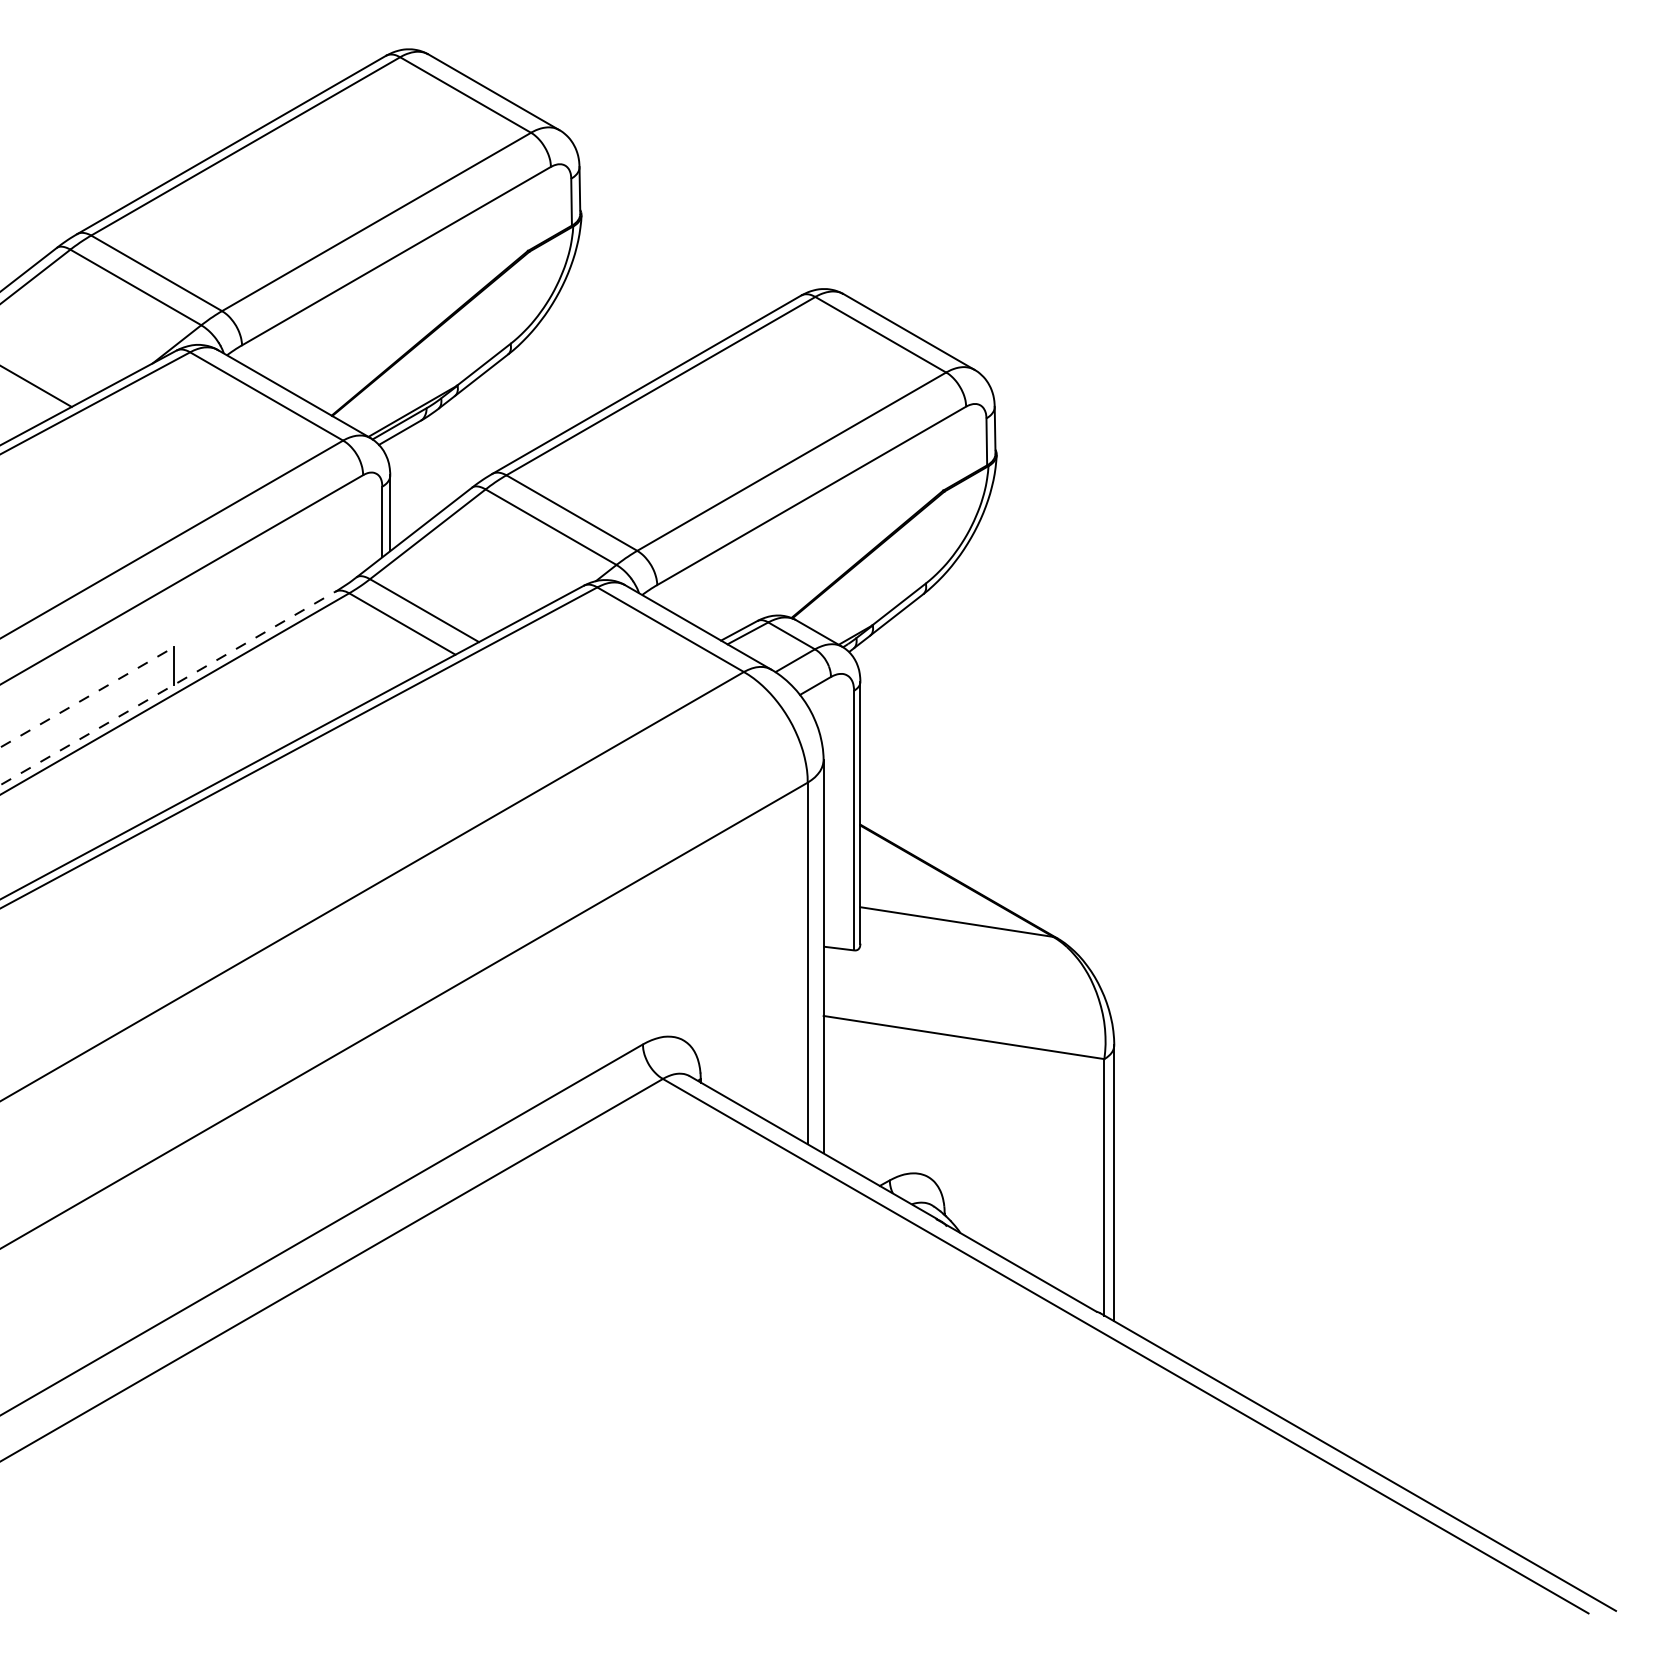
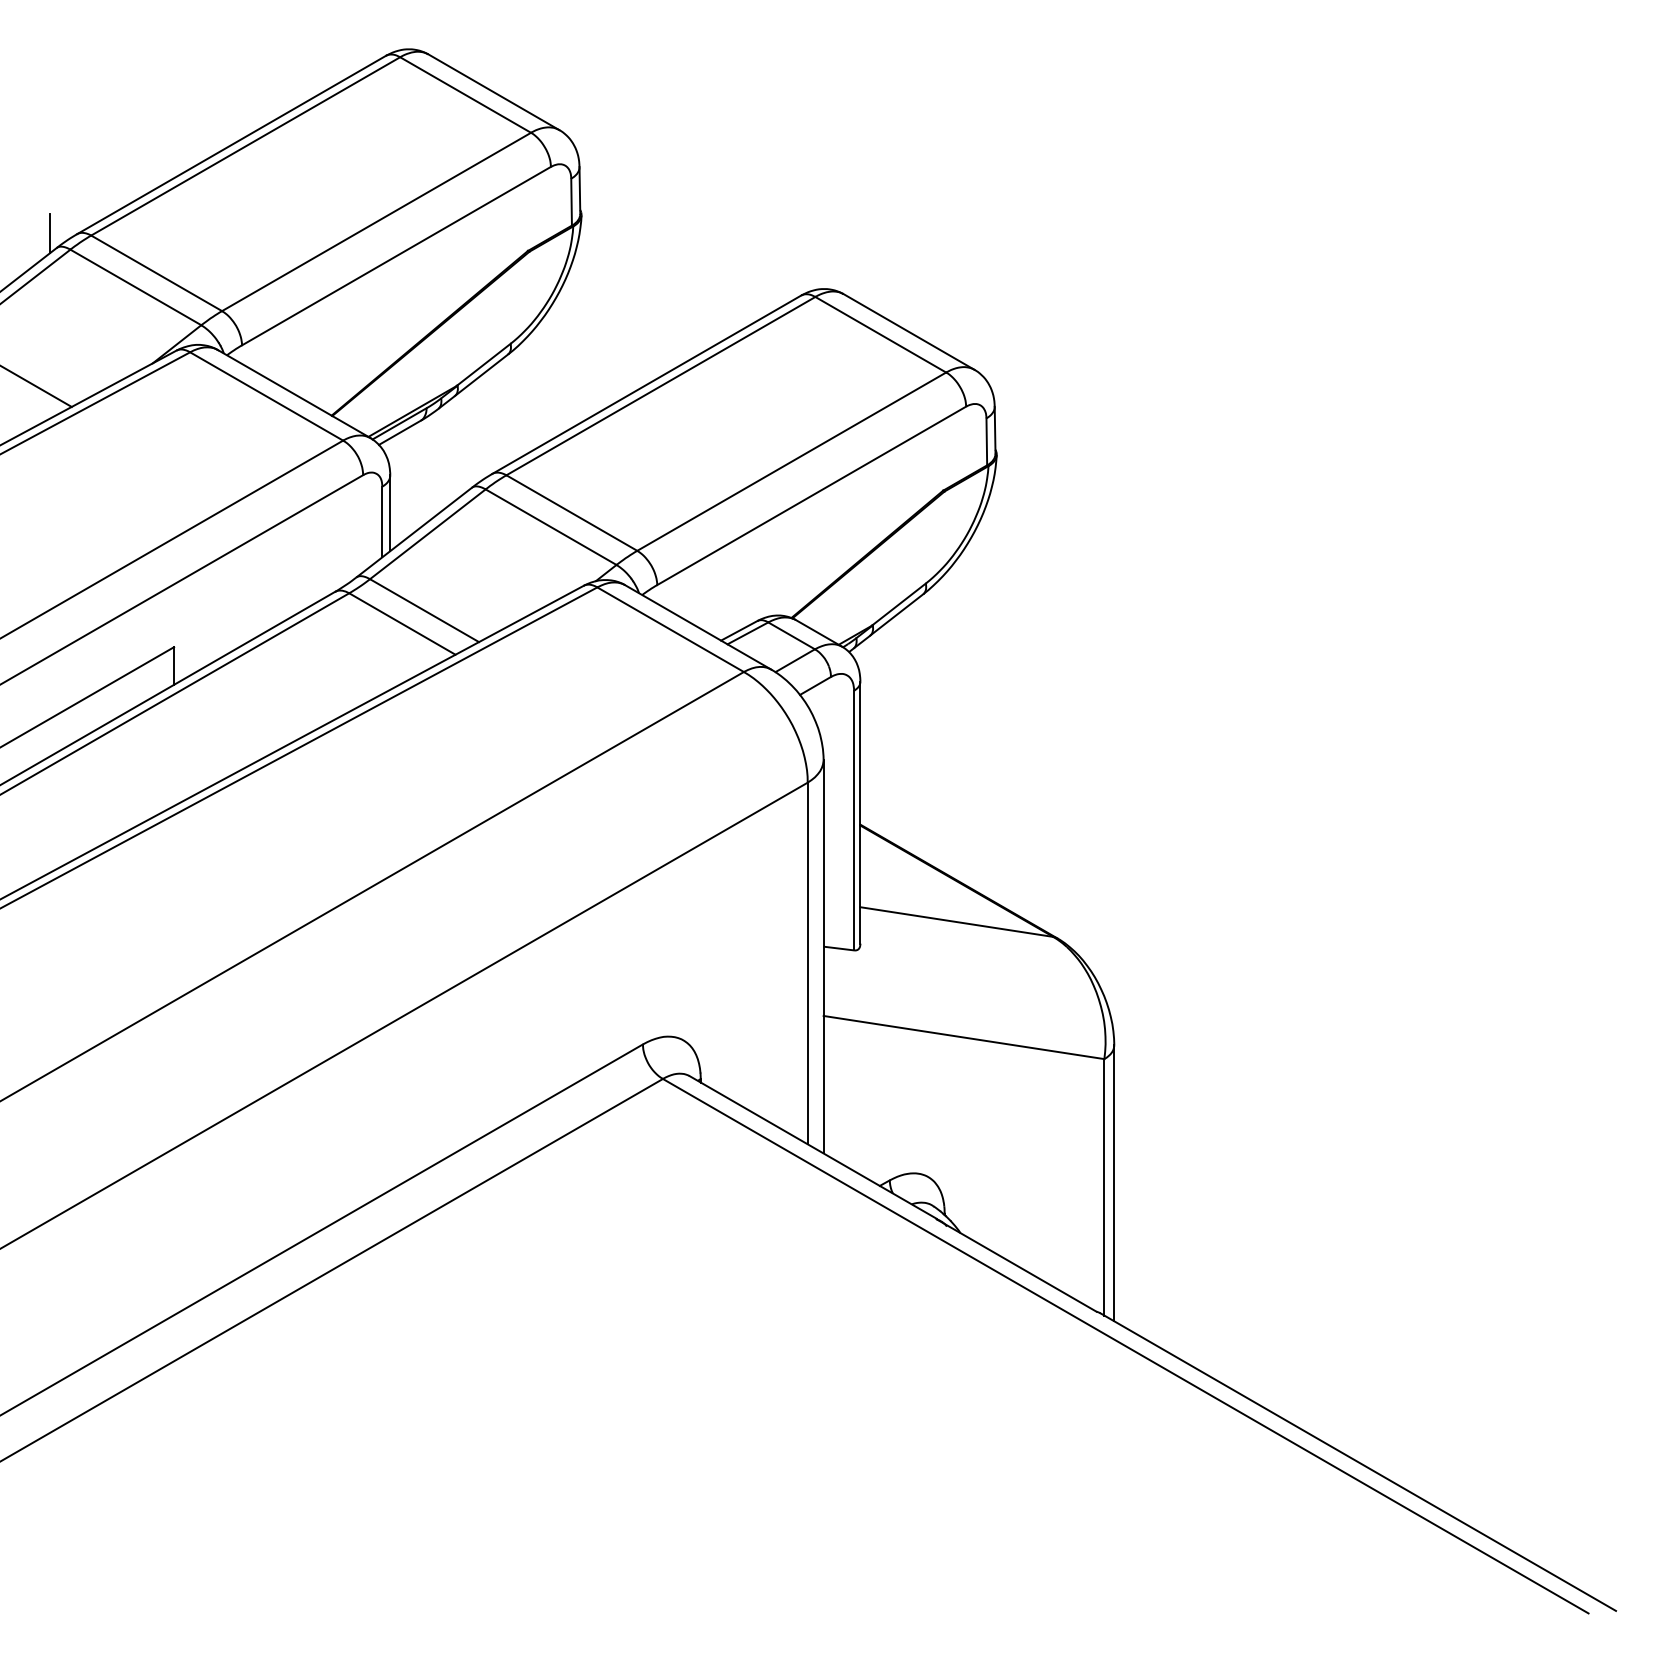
line at (50, 233): none -> present
line at (168, 688): dashed -> solid
line at (87, 697): dashed -> solid
